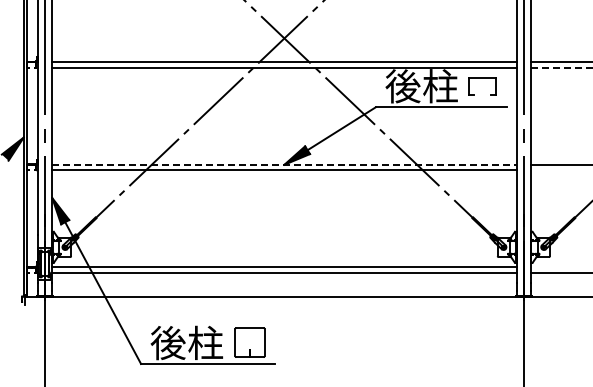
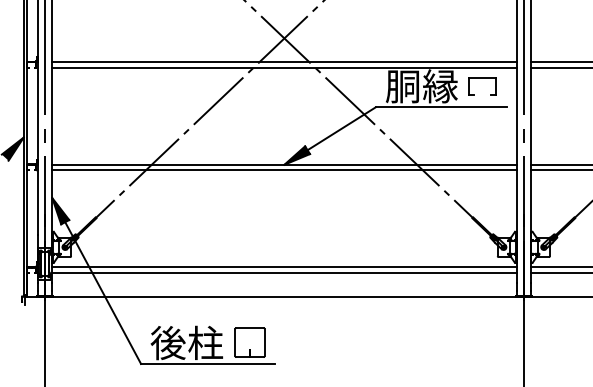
line at (562, 67): dashed -> solid
text at (421, 86): 後柱 -> 胴縁
line at (284, 164): dashed -> solid
line at (560, 170): none -> present
line at (560, 267): none -> present
